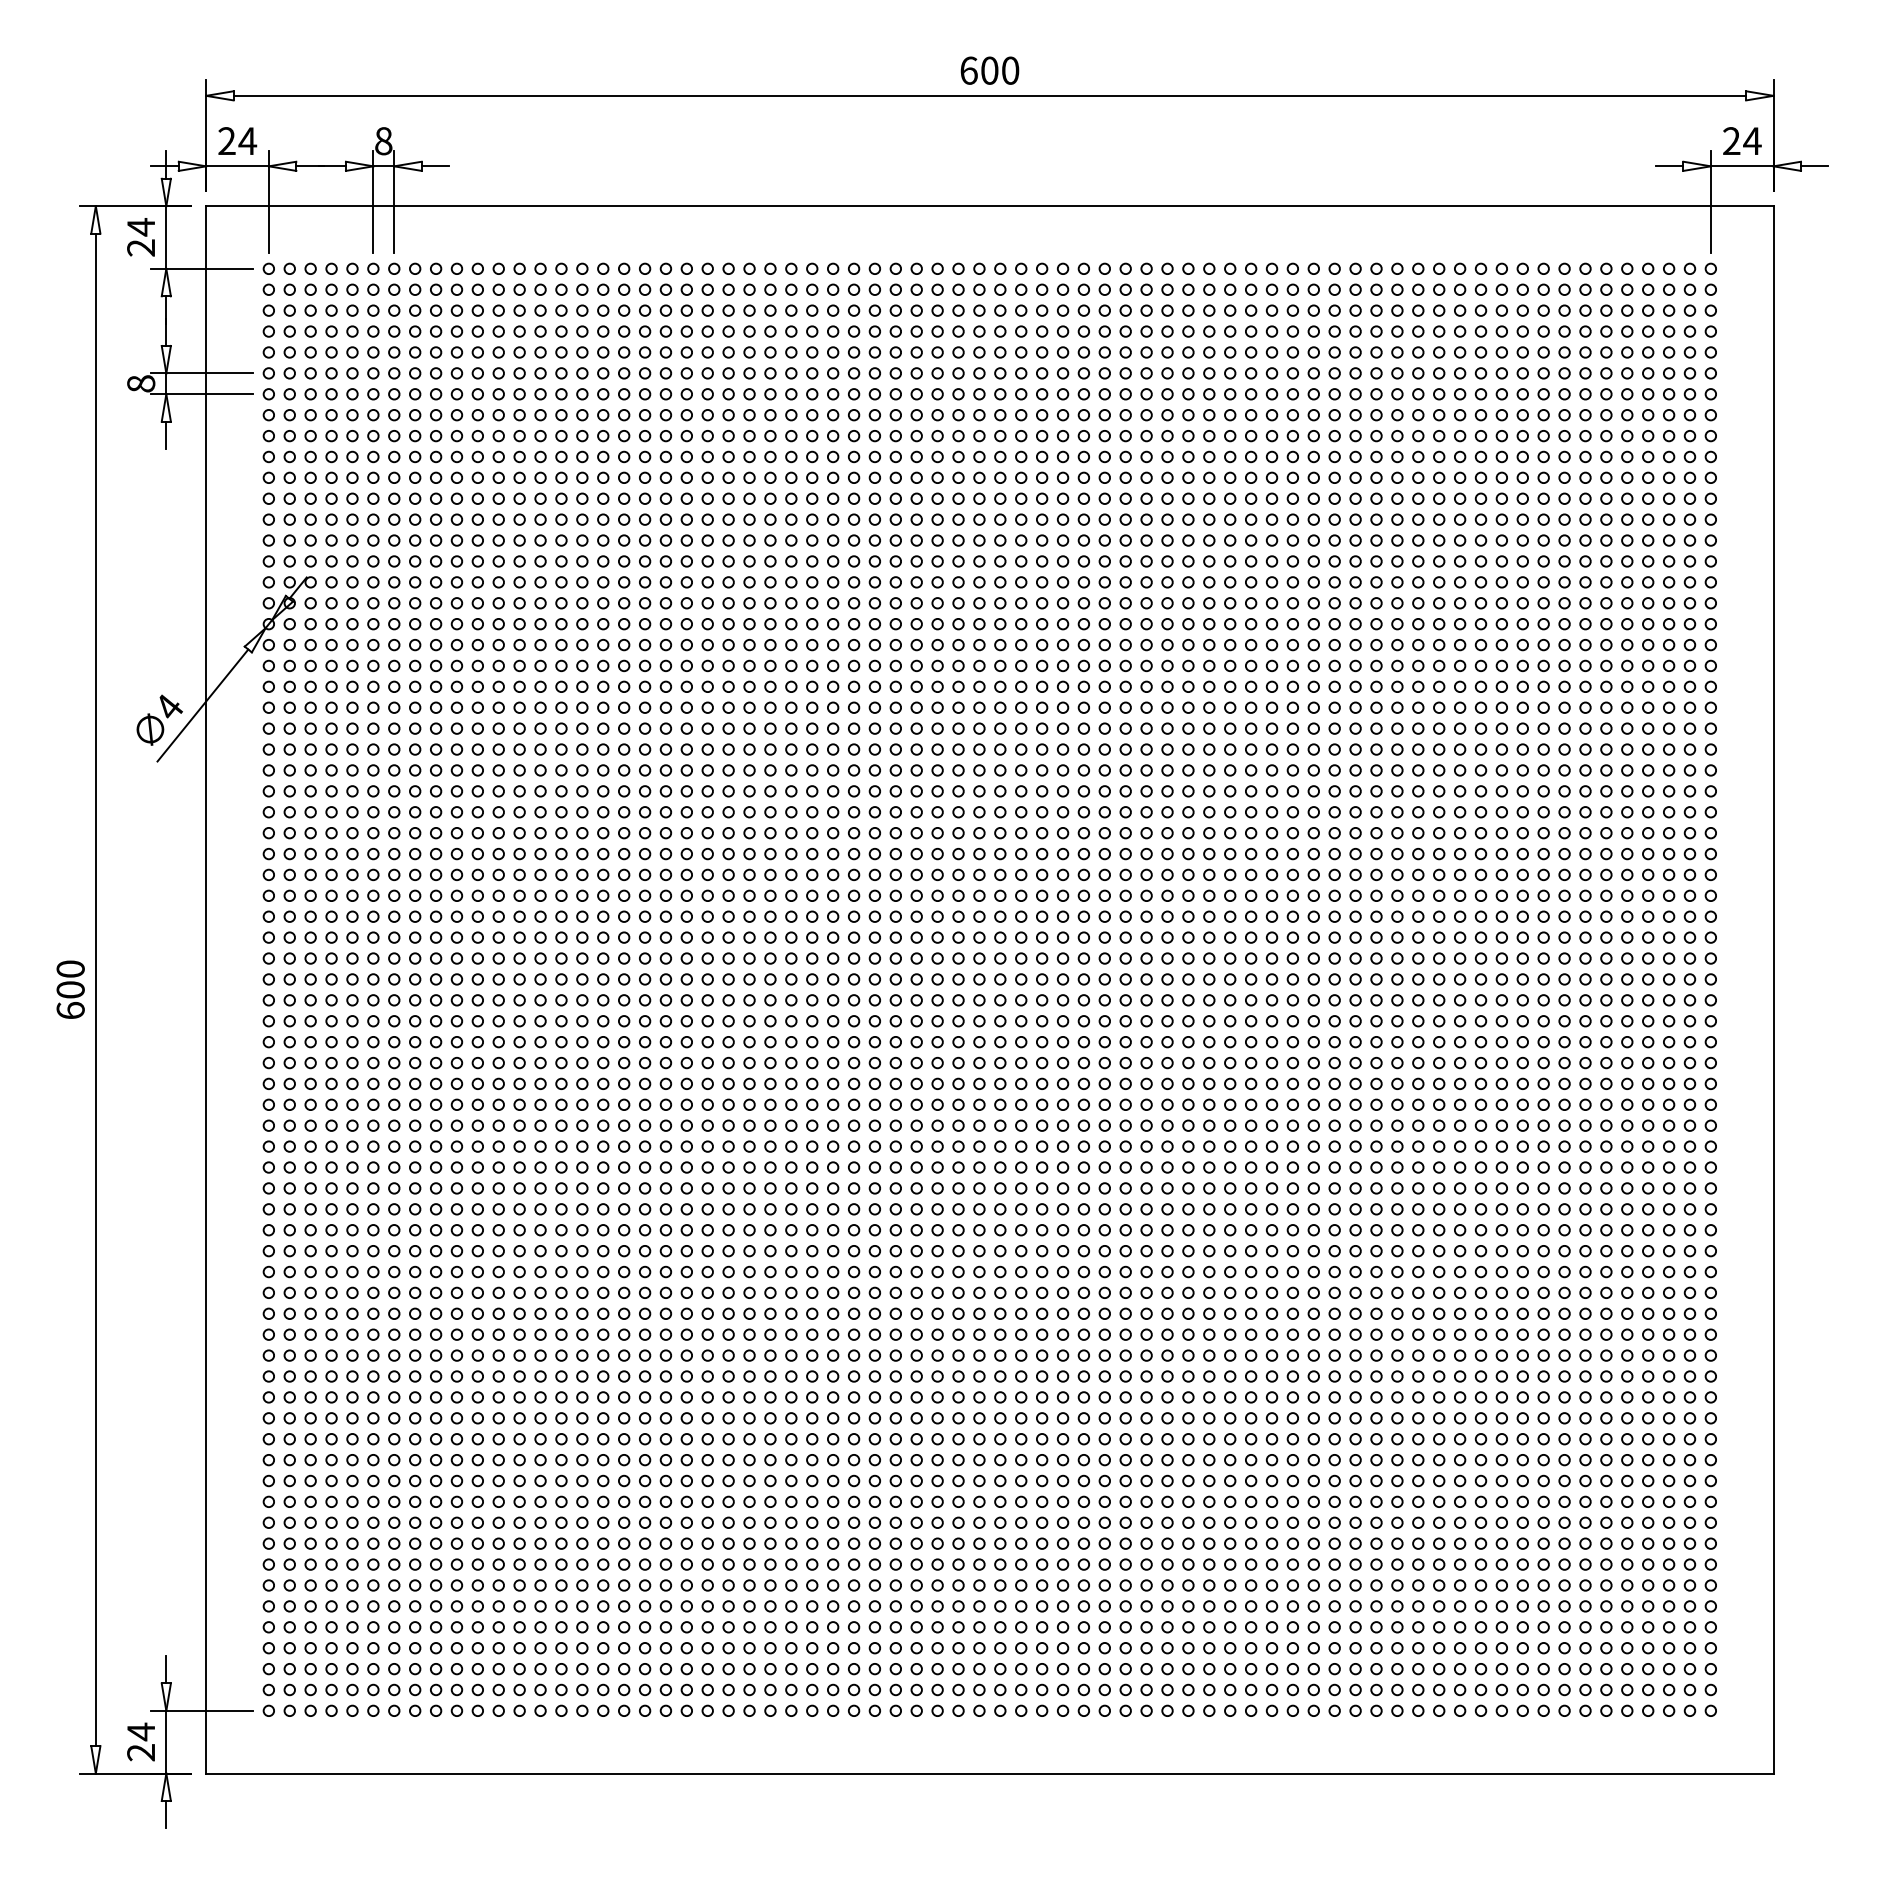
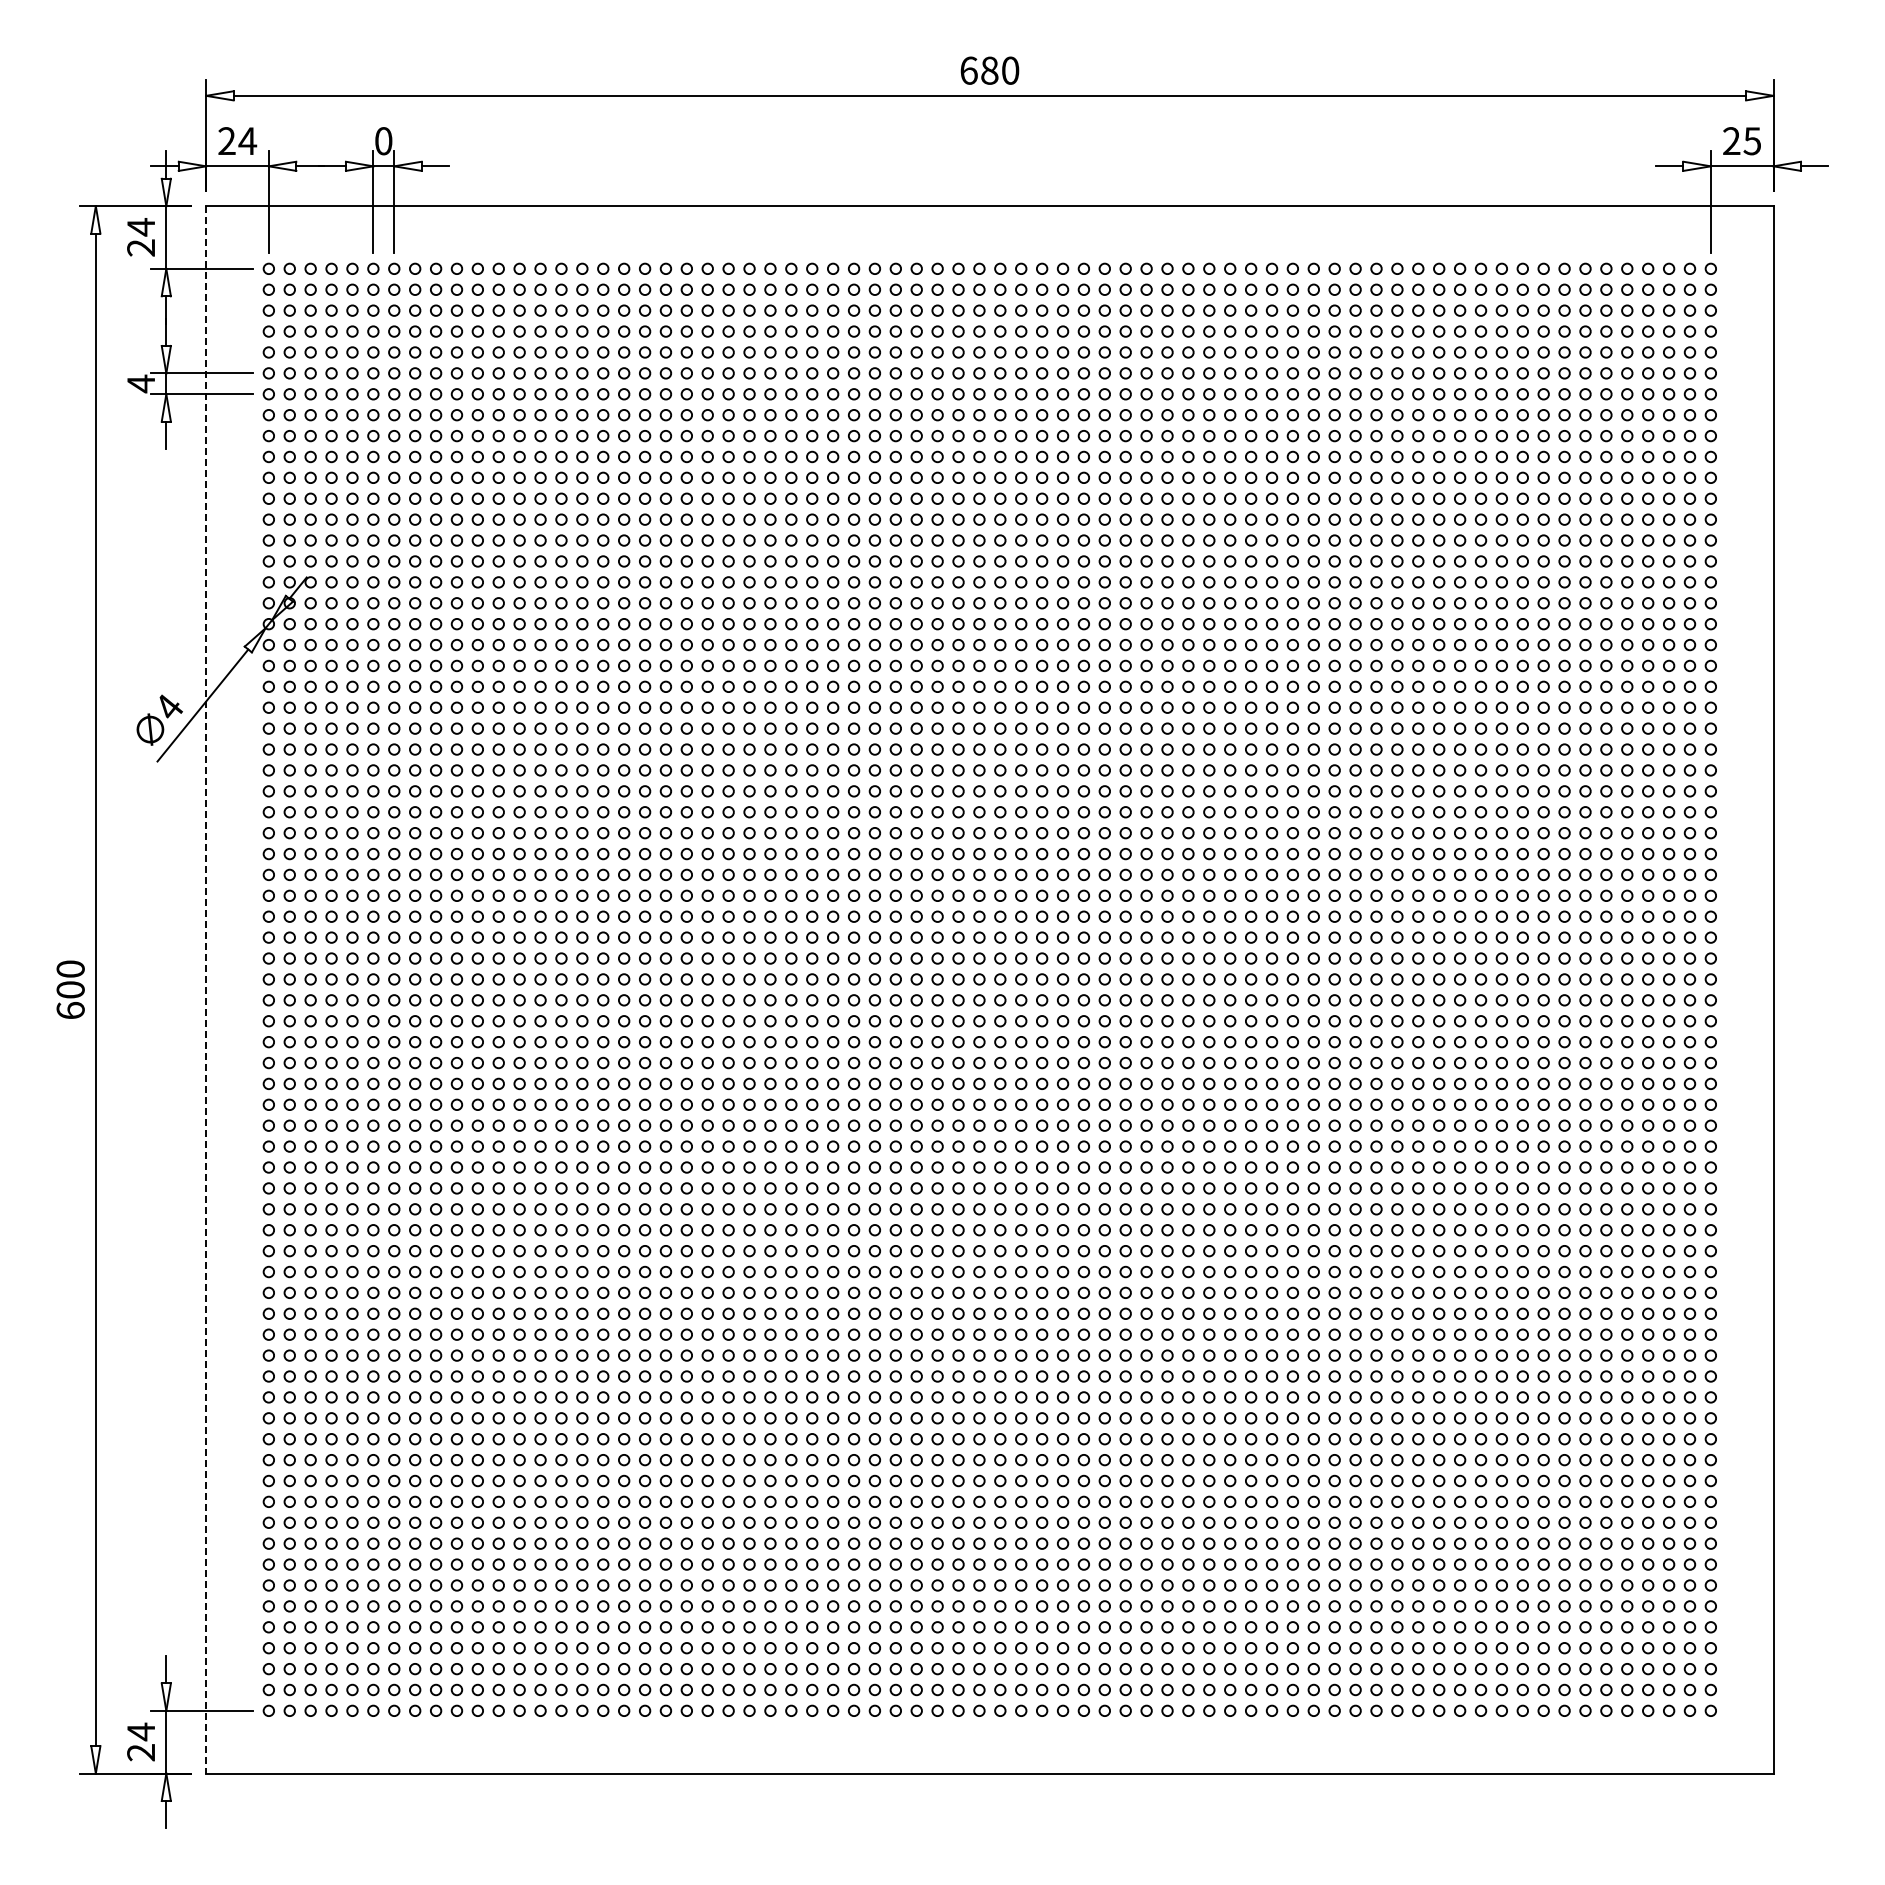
text at (989, 70): 600 -> 680
text at (383, 141): 8 -> 0
text at (1752, 141): 24 -> 25
text at (141, 383): 8 -> 4
line at (206, 989): solid -> dashed
